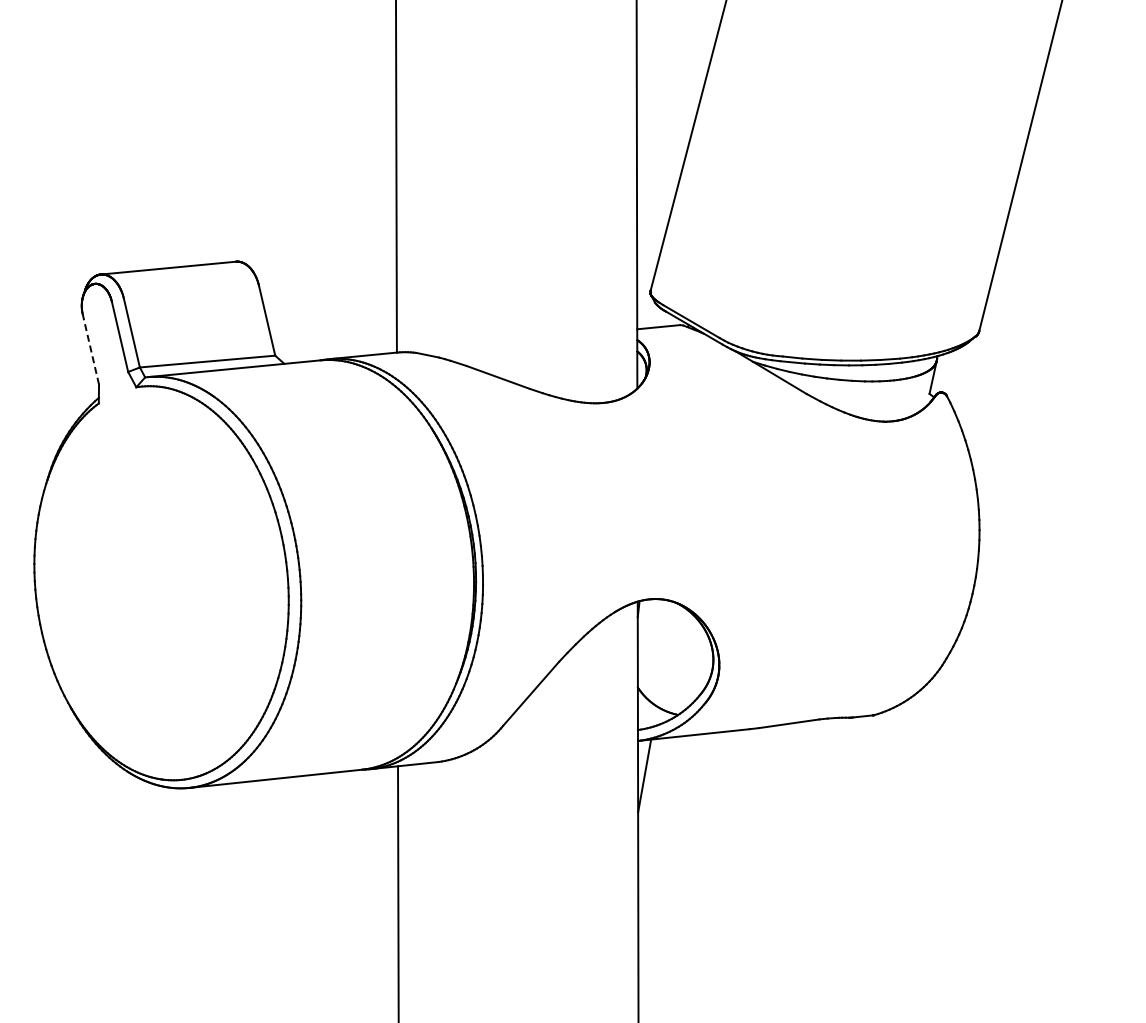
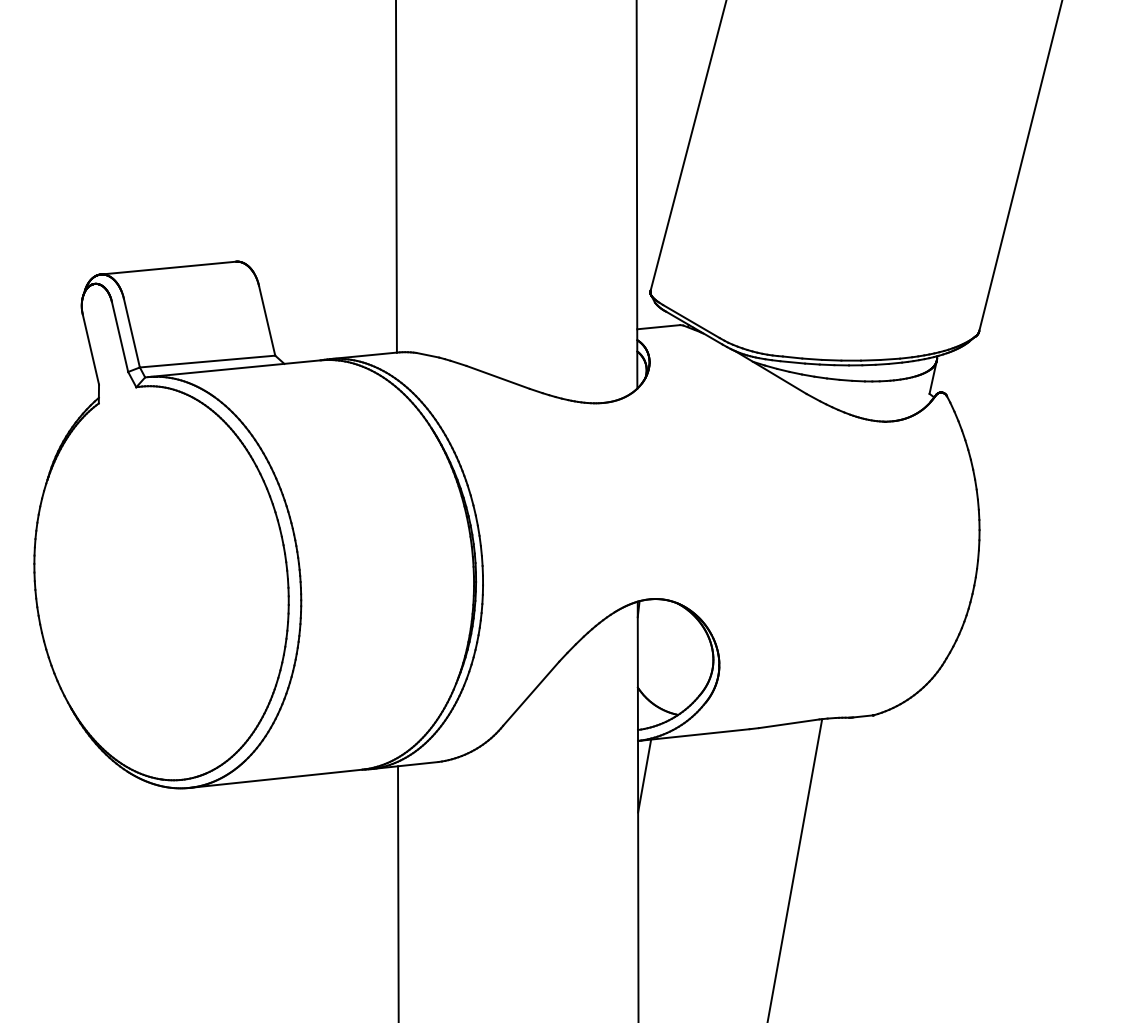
line at (90, 348): dashed -> solid
line at (795, 869): none -> present
